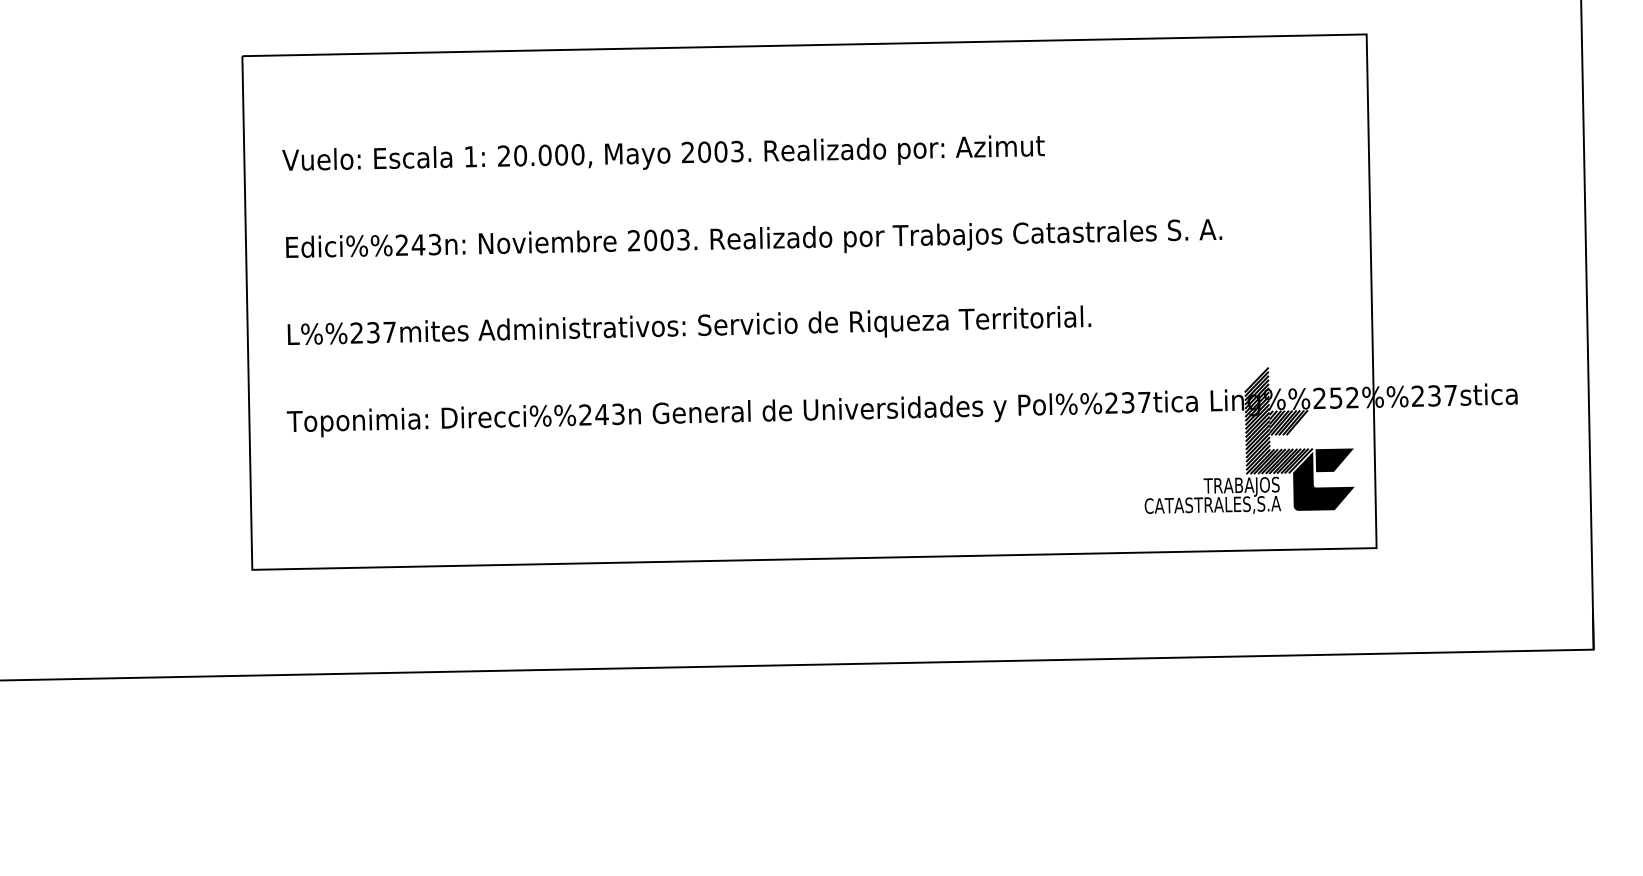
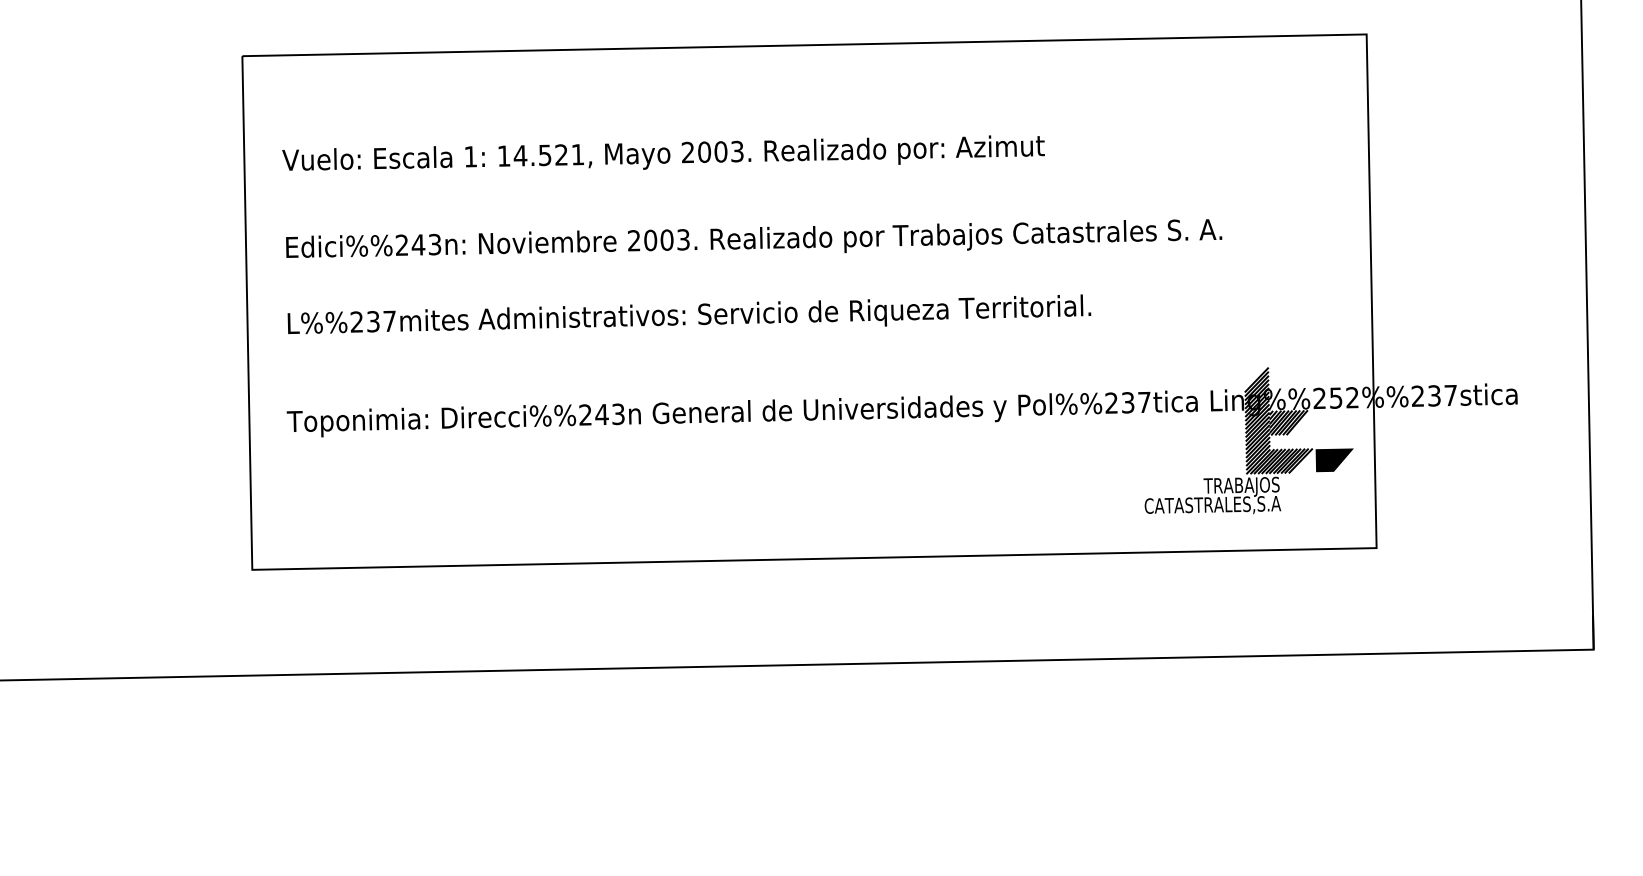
text at (540, 155): 20.000, -> 14.521,
text at (689, 324) position: (689, 324) -> (689, 313)
fill at (1323, 480): present -> none
